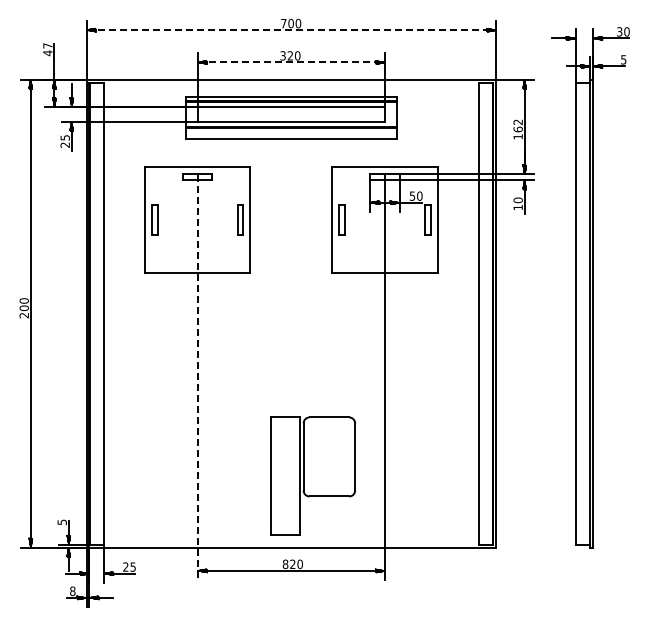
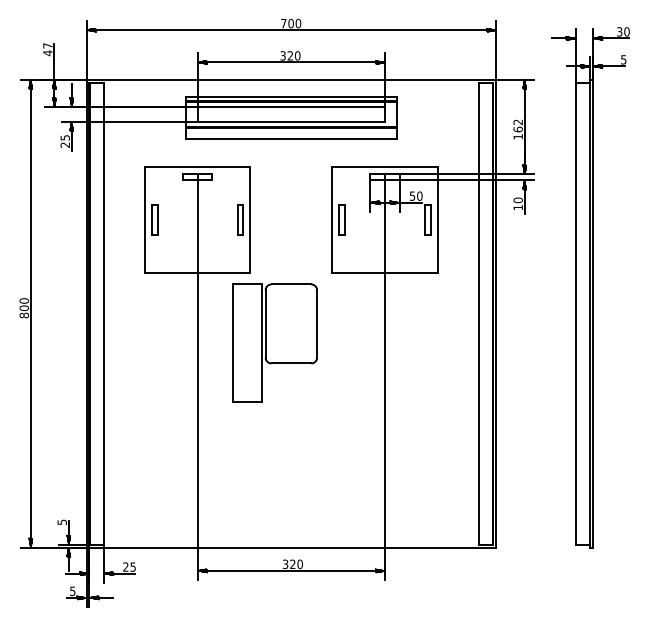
line at (291, 30): dashed -> solid
line at (291, 62): dashed -> solid
text at (23, 315): 200 -> 800
line at (197, 378): dashed -> solid
part at (312, 475) position: (312, 475) -> (274, 342)
text at (285, 564): 820 -> 320
text at (72, 590): 8 -> 5
